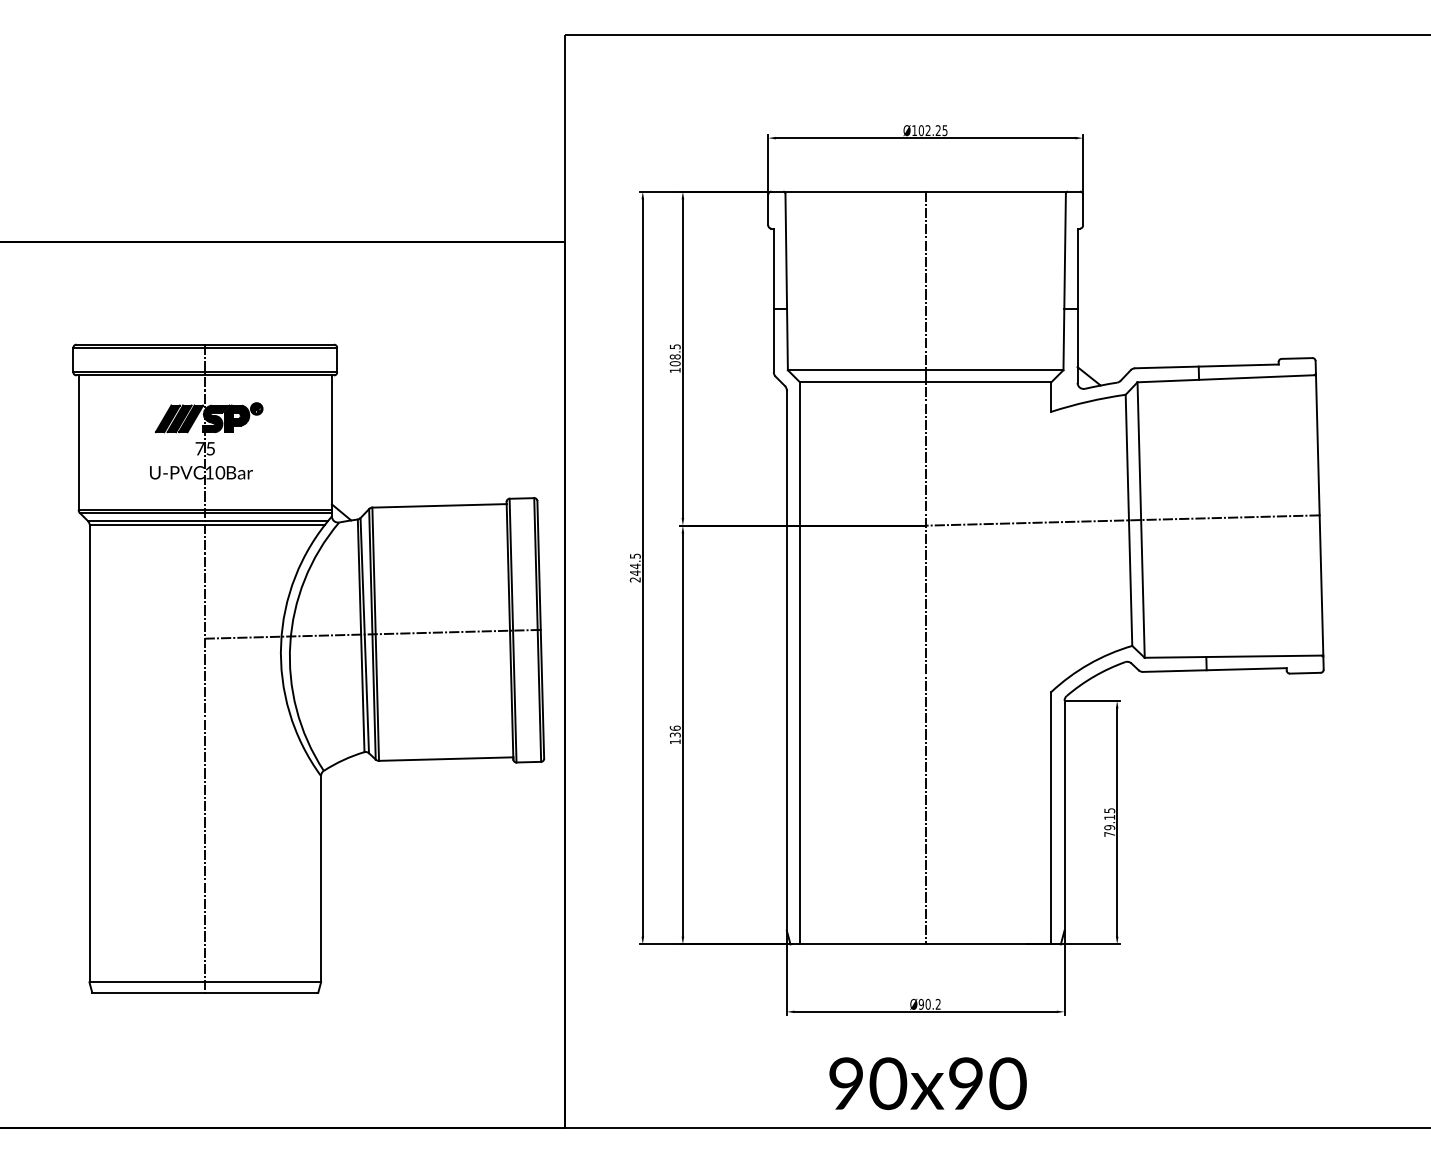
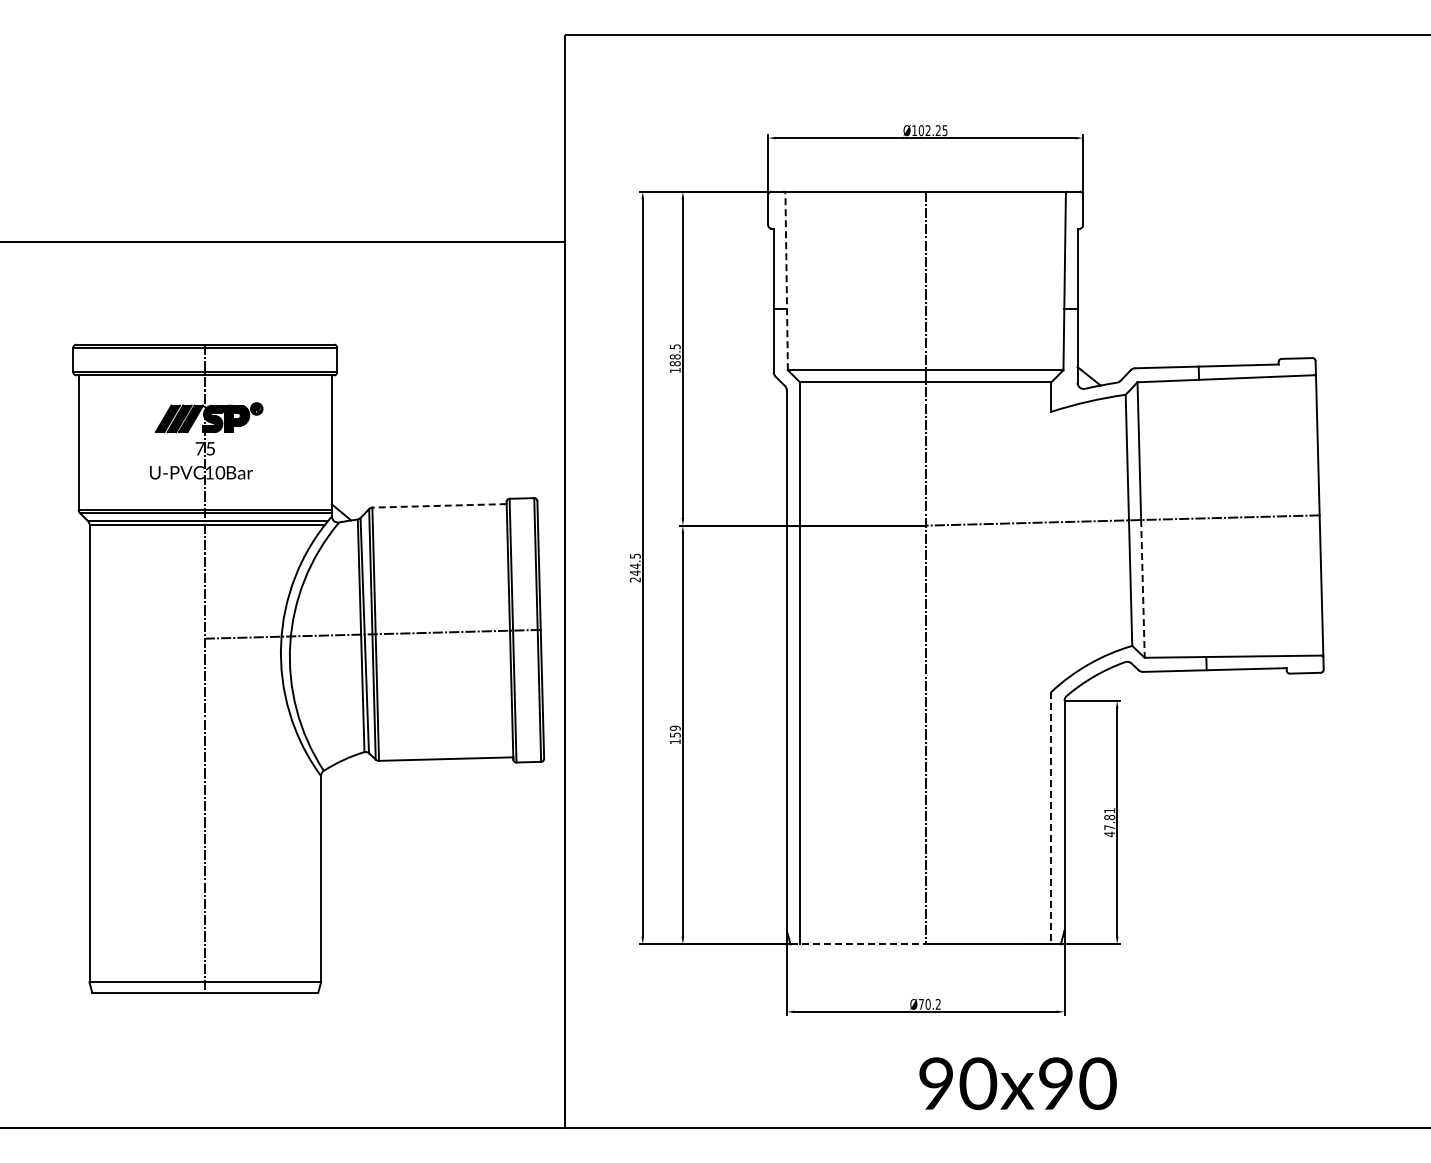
line at (786, 281): solid -> dashed
text at (675, 363): 108.5 -> 188.5
line at (439, 505): solid -> dashed
line at (1142, 588): solid -> dashed
text at (674, 731): 136 -> 159
line at (1051, 818): solid -> dashed
text at (1109, 822): 79.15 -> 47.81
line at (858, 944): solid -> dashed
text at (920, 1003): Ø90.2 -> Ø70.2
text at (927, 1083) position: (927, 1083) -> (1017, 1083)
